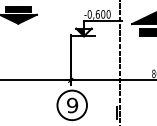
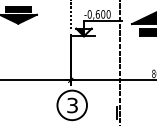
line at (70, 16): none -> present
text at (72, 105): 9 -> 3
